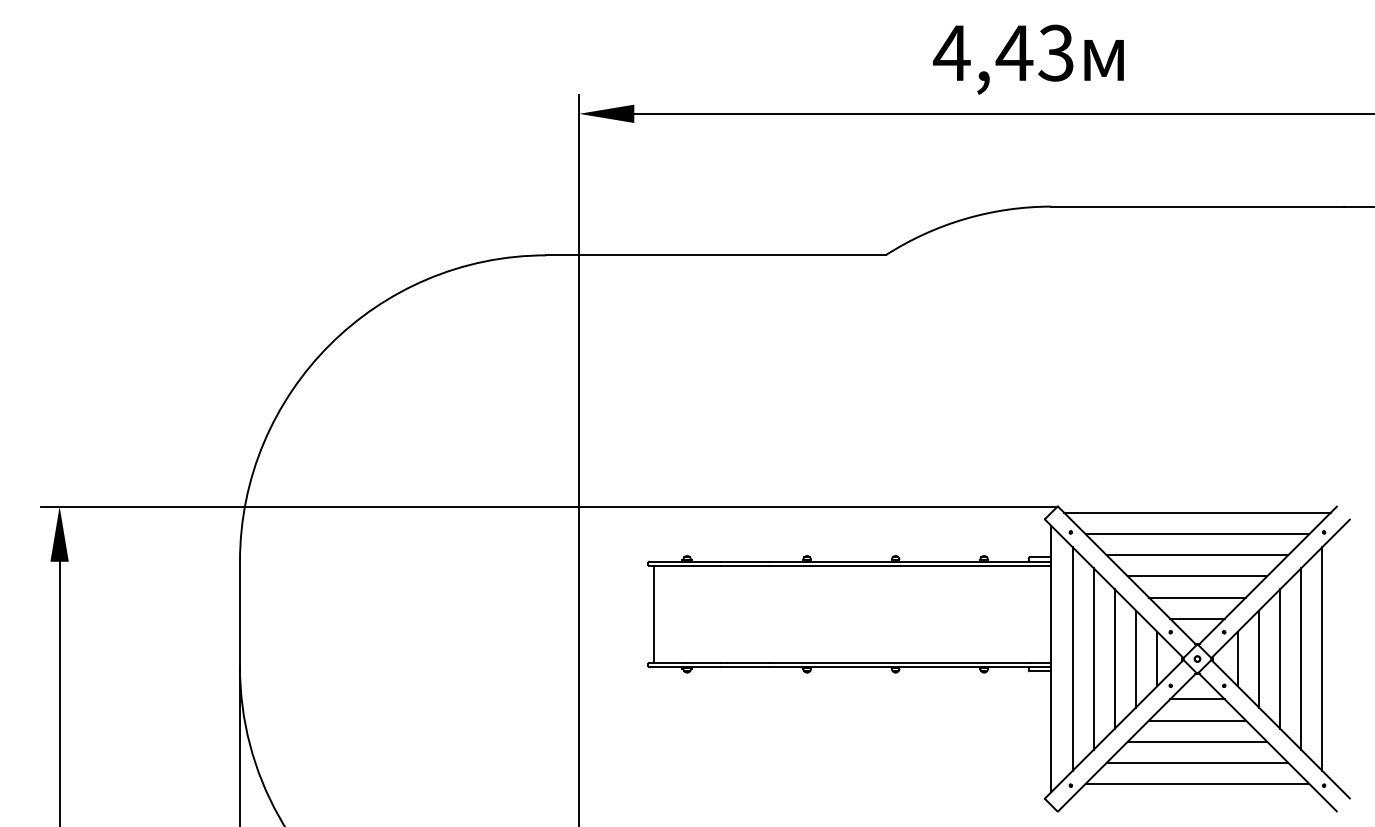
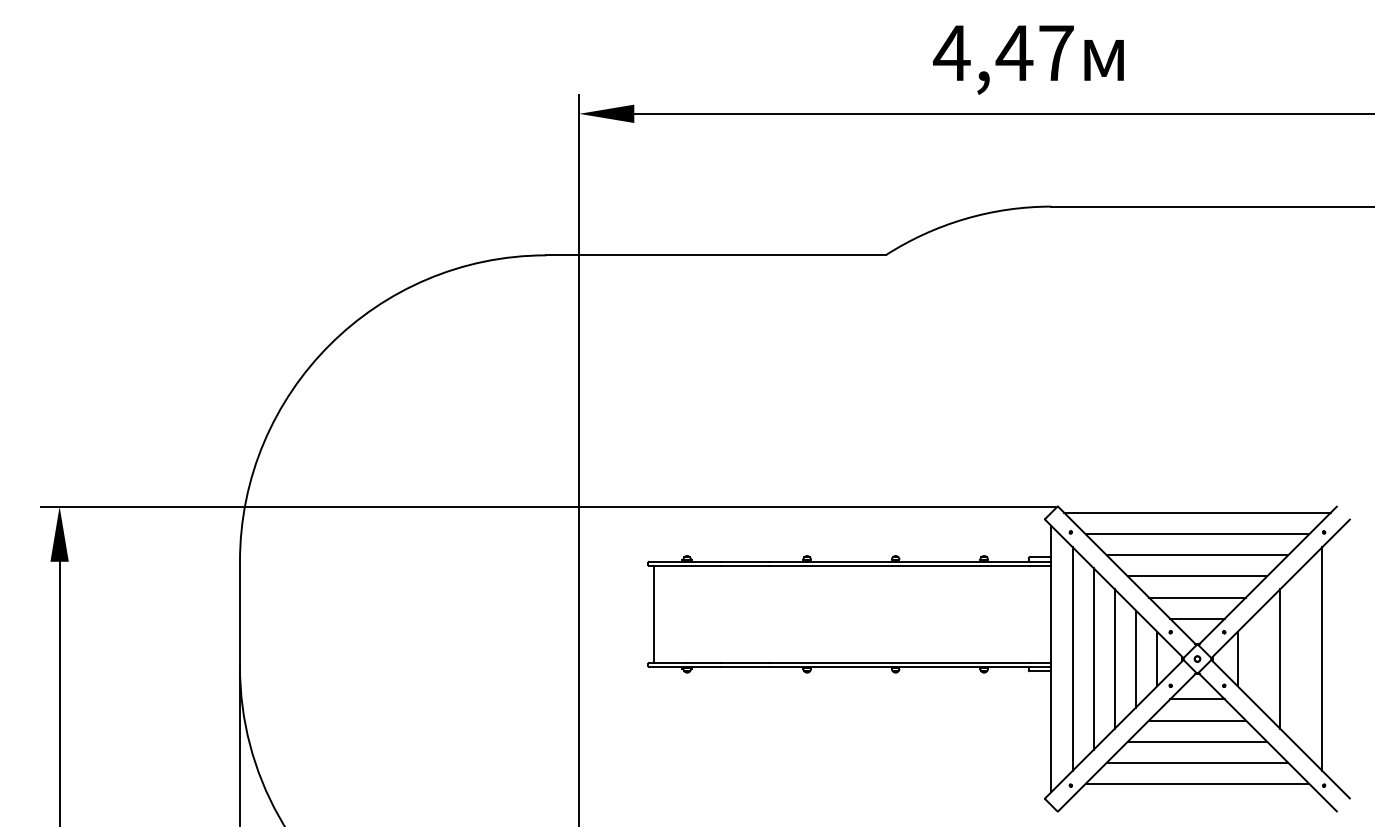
text at (1055, 52): 4,43 -> 4,47
line at (1258, 658): present -> none
line at (1301, 658): present -> none
